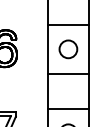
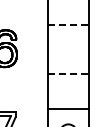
line at (68, 25): solid -> dashed
circle at (68, 49): present -> none
line at (68, 73): solid -> dashed
